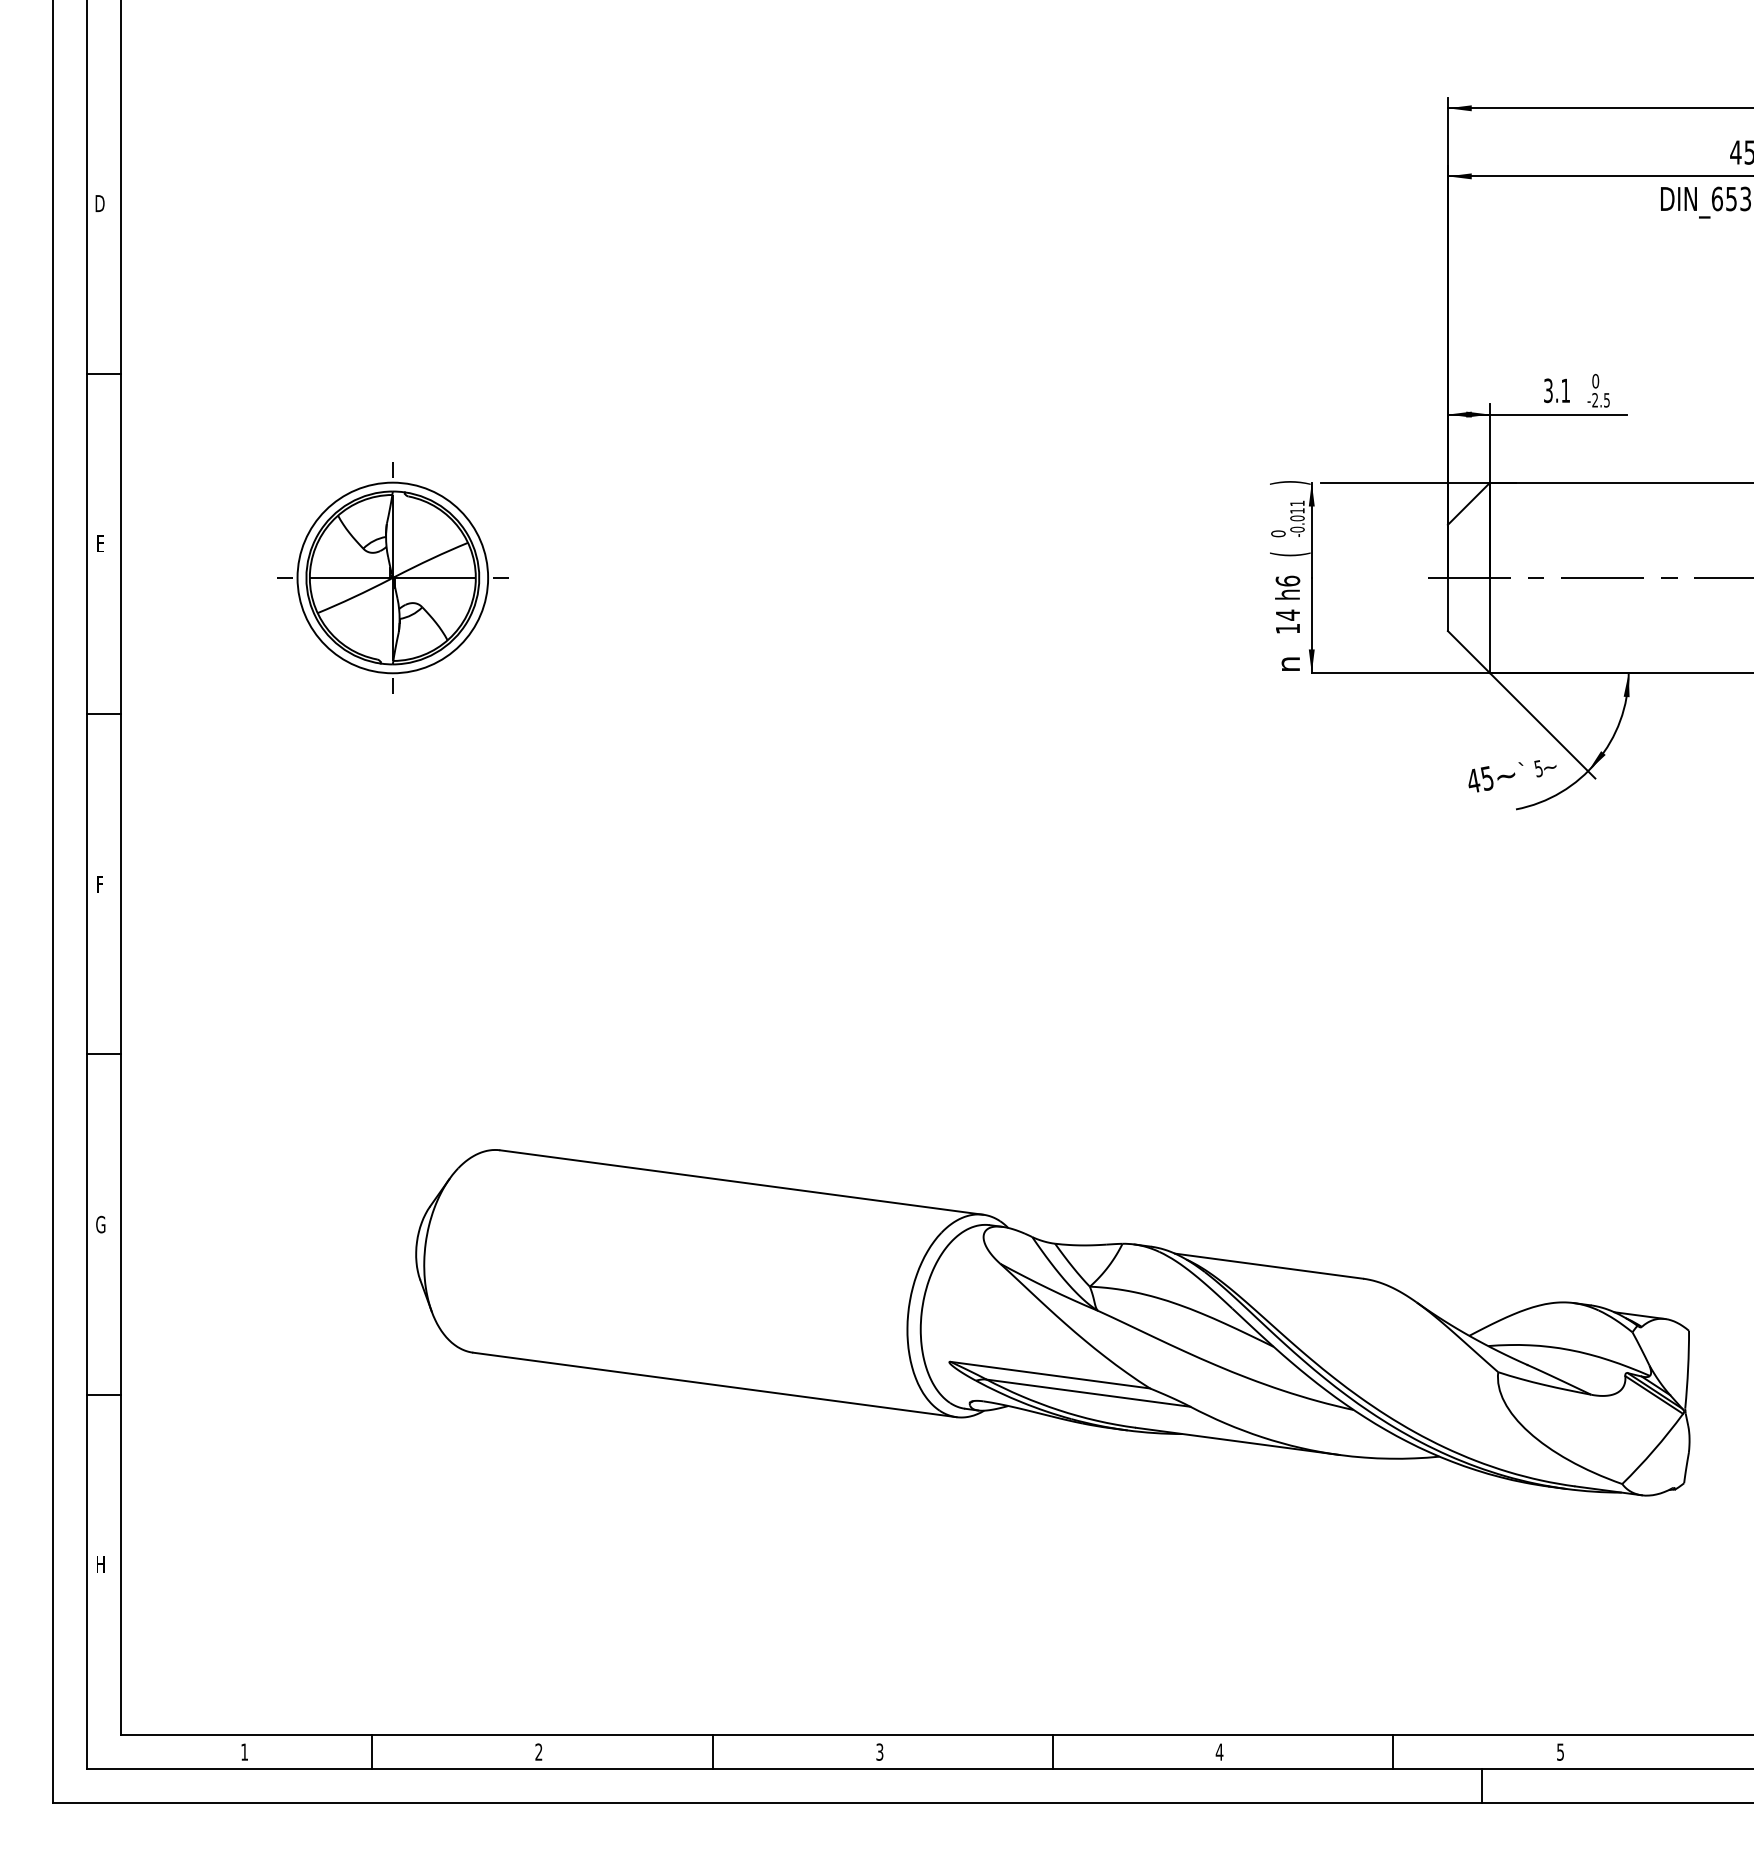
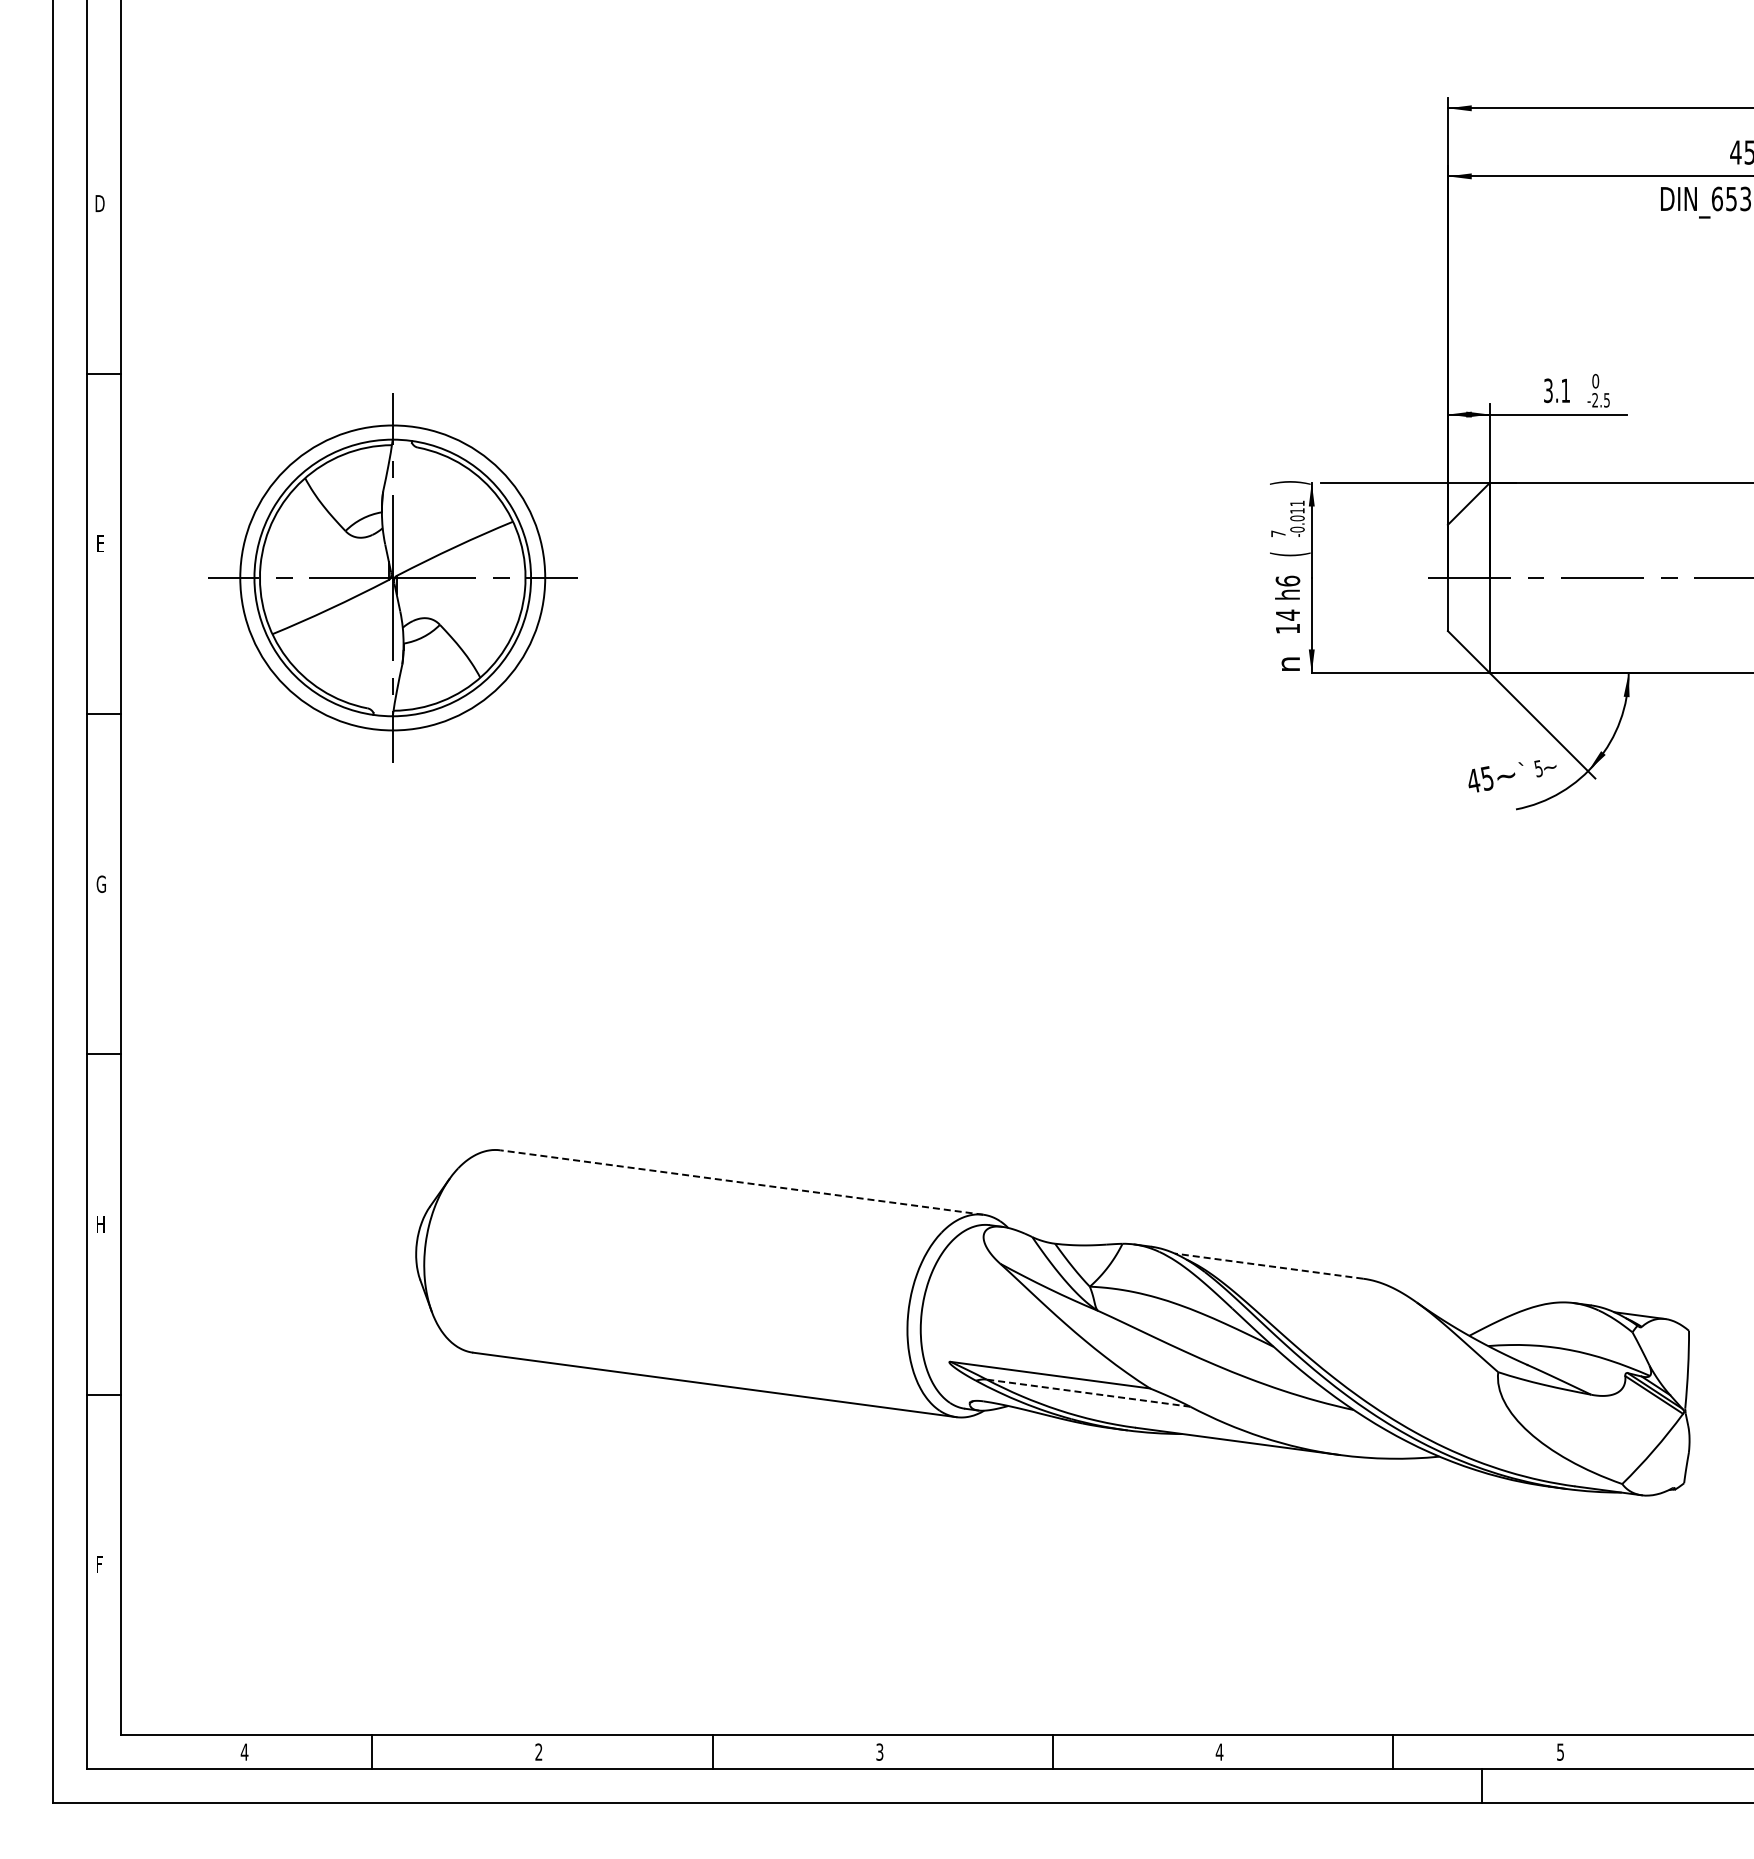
text at (1278, 533): 0 -> 7
part at (392, 577) size: 232x232 px -> 370x370 px
text at (100, 883): F -> G
line at (741, 1182): solid -> dashed
text at (100, 1224): G -> H
line at (1269, 1266): solid -> dashed
line at (1088, 1393): solid -> dashed
text at (101, 1564): H -> F
text at (244, 1751): 1 -> 4
